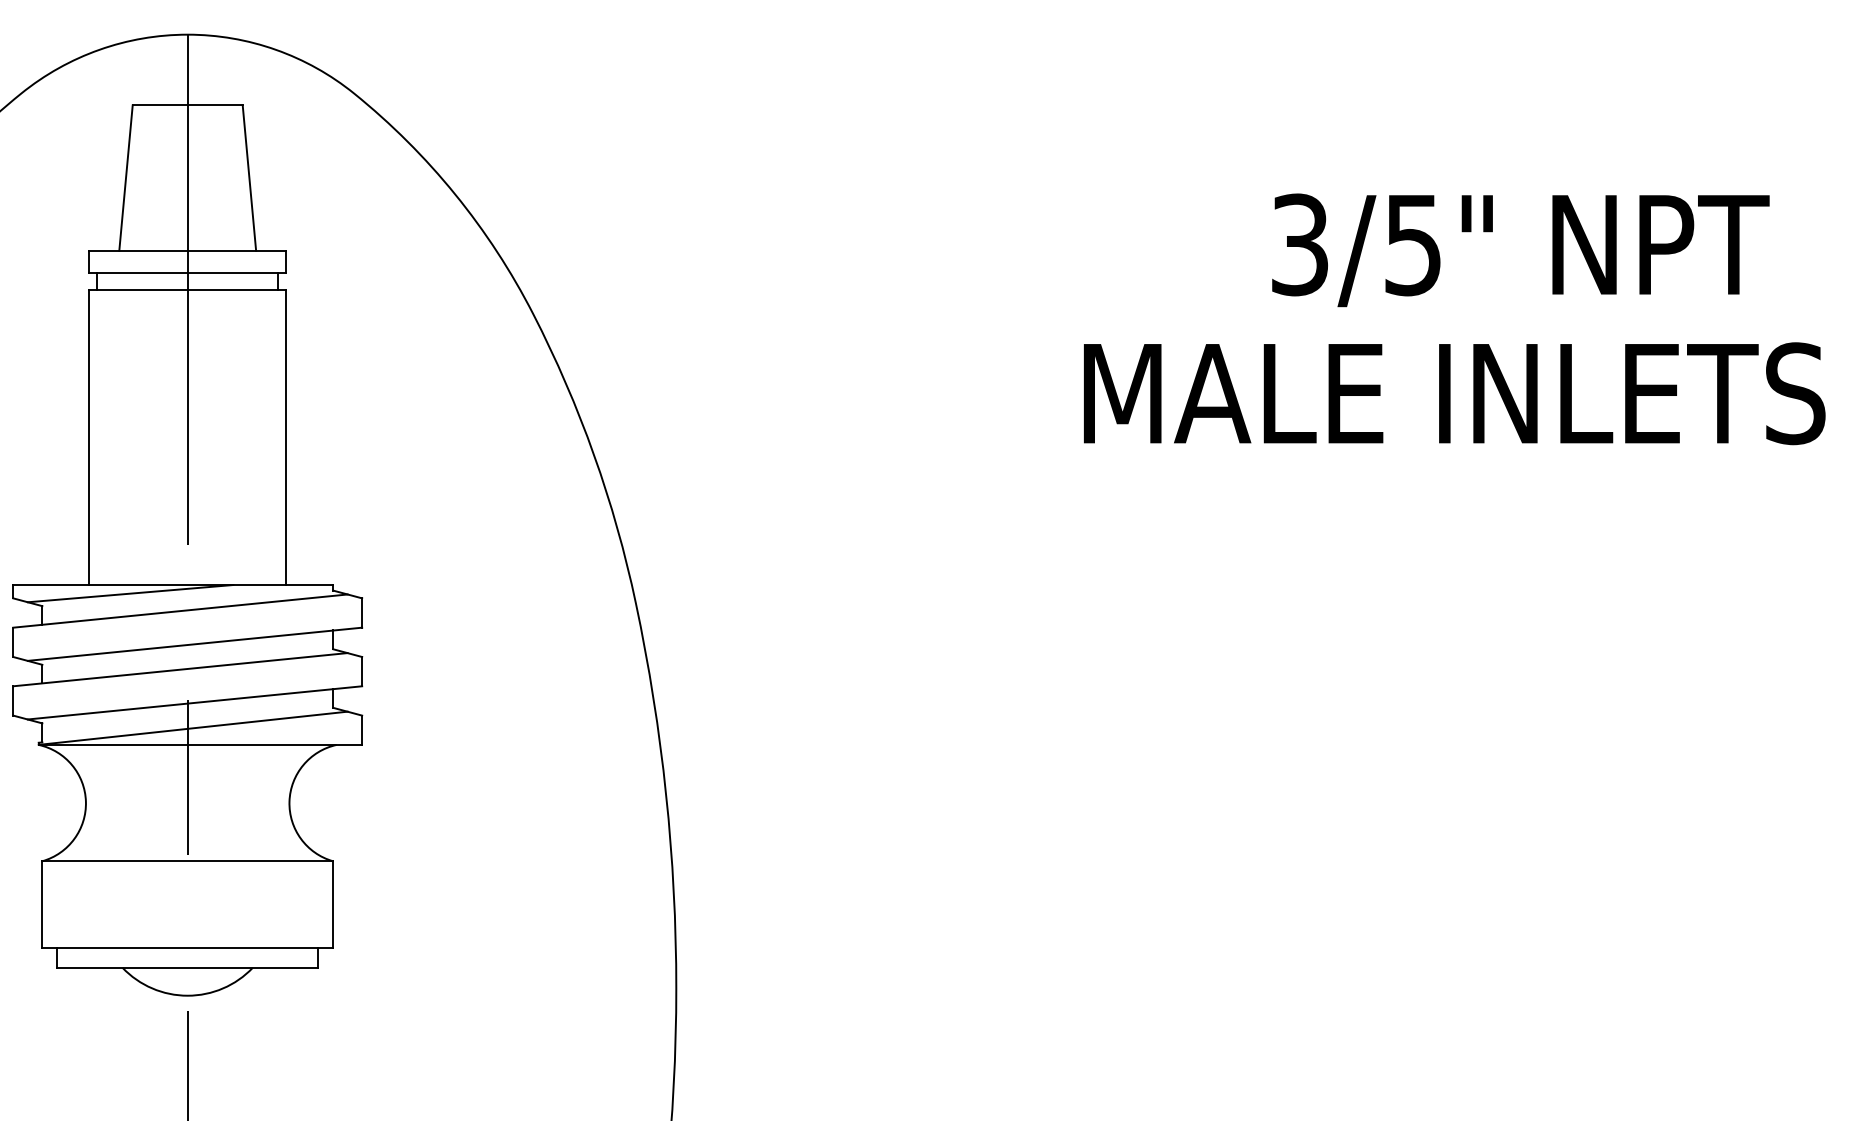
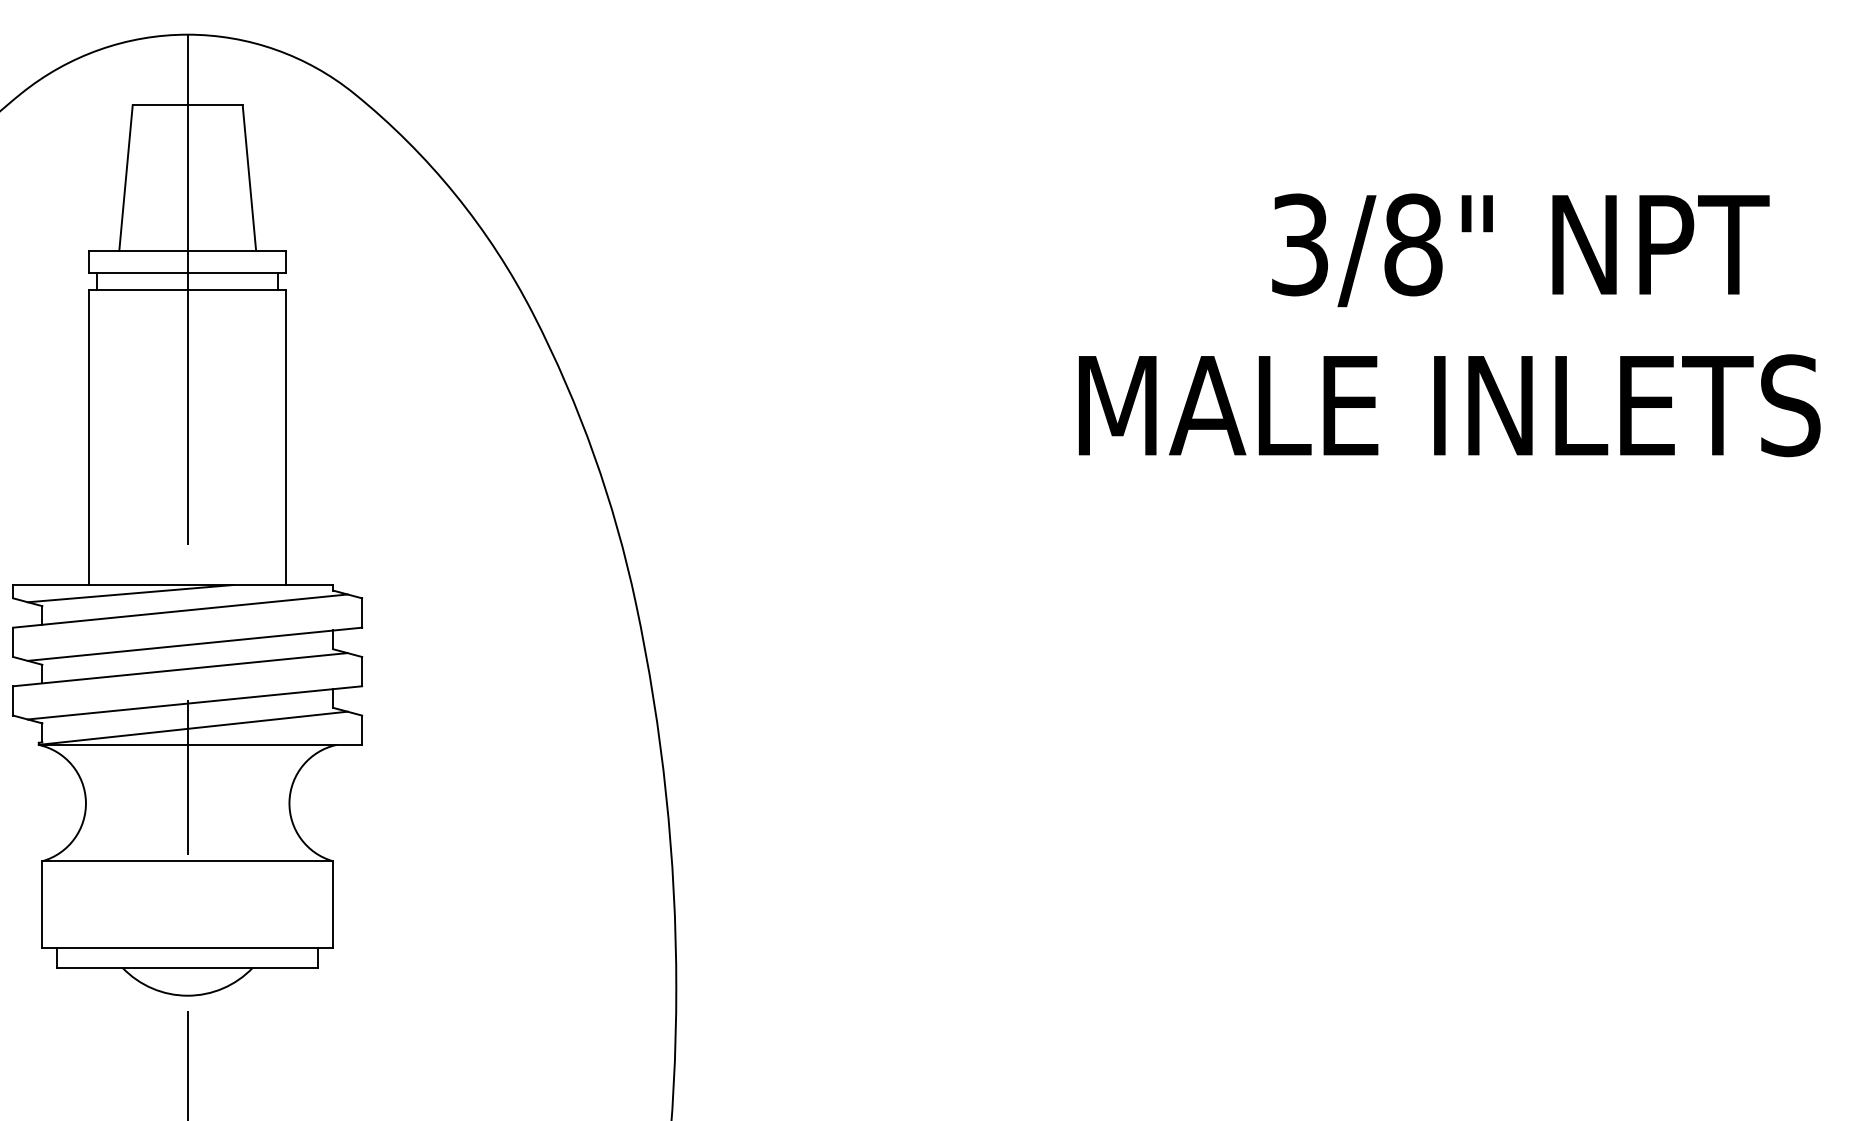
text at (1413, 244): 3/5" -> 3/8"
text at (1454, 393) position: (1454, 393) -> (1449, 405)
